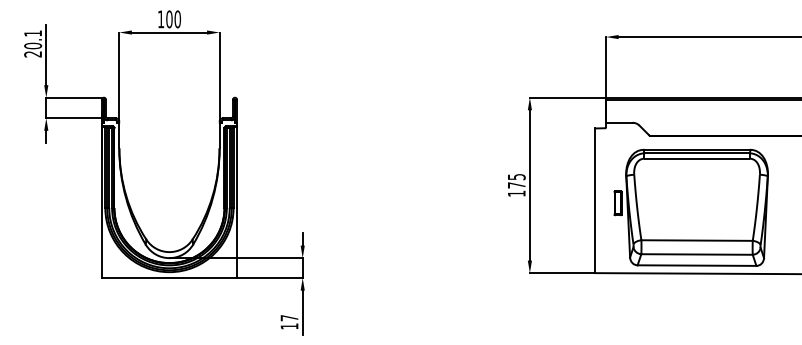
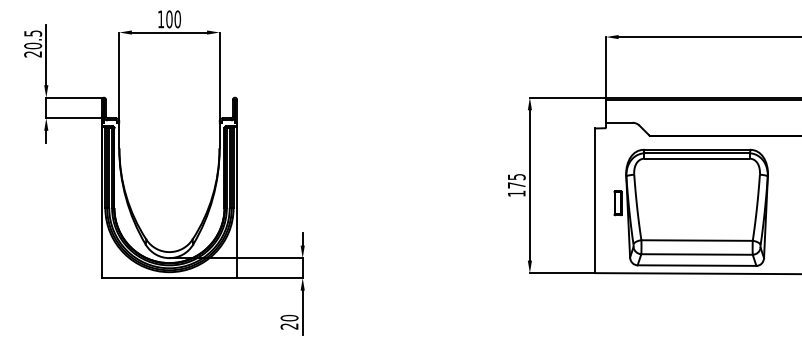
text at (33, 33): 20.1 -> 20.5
text at (289, 321): 17 -> 20
